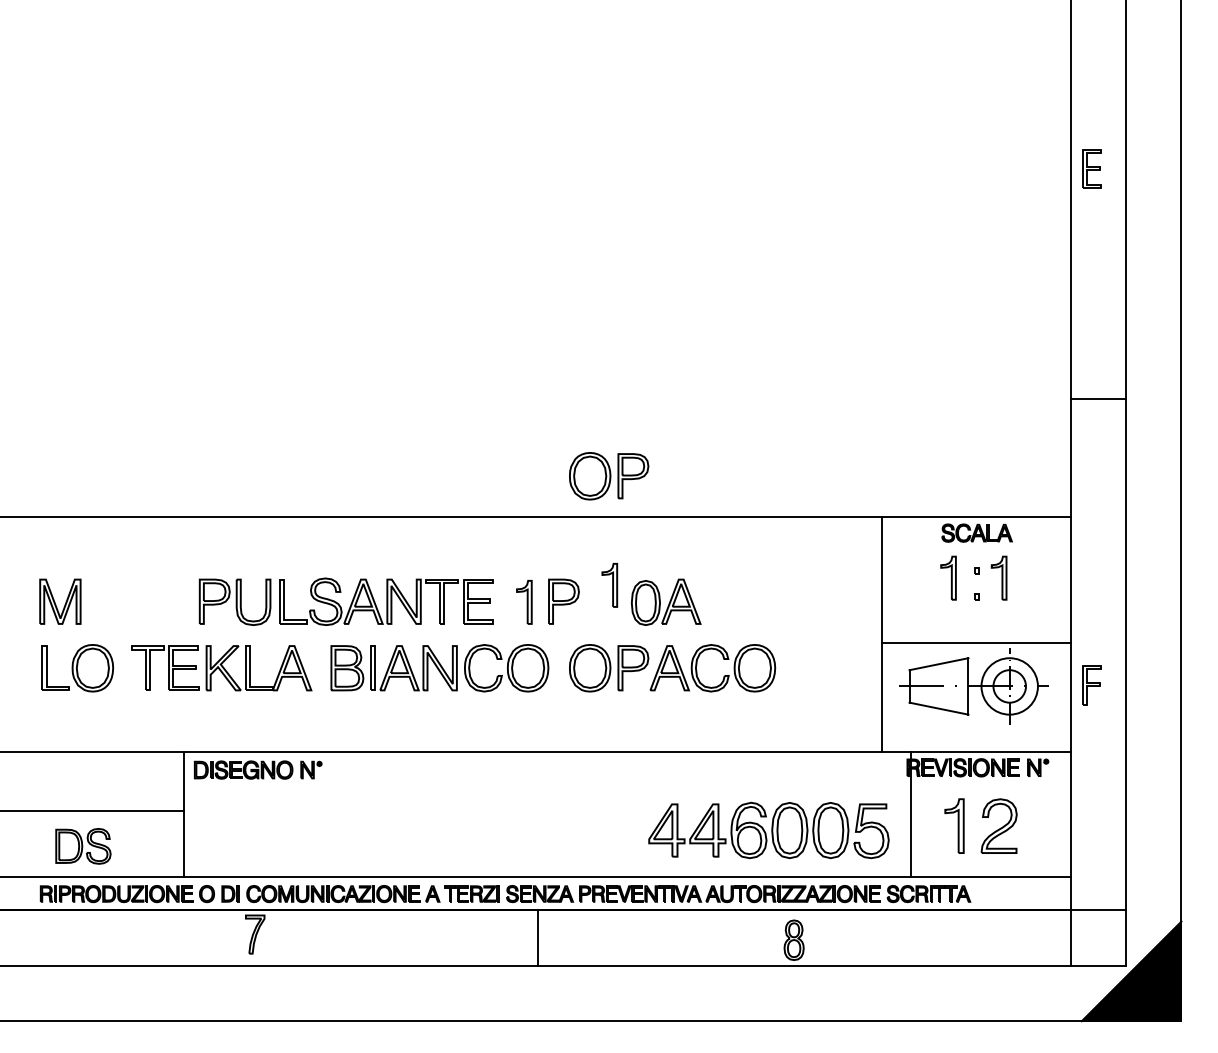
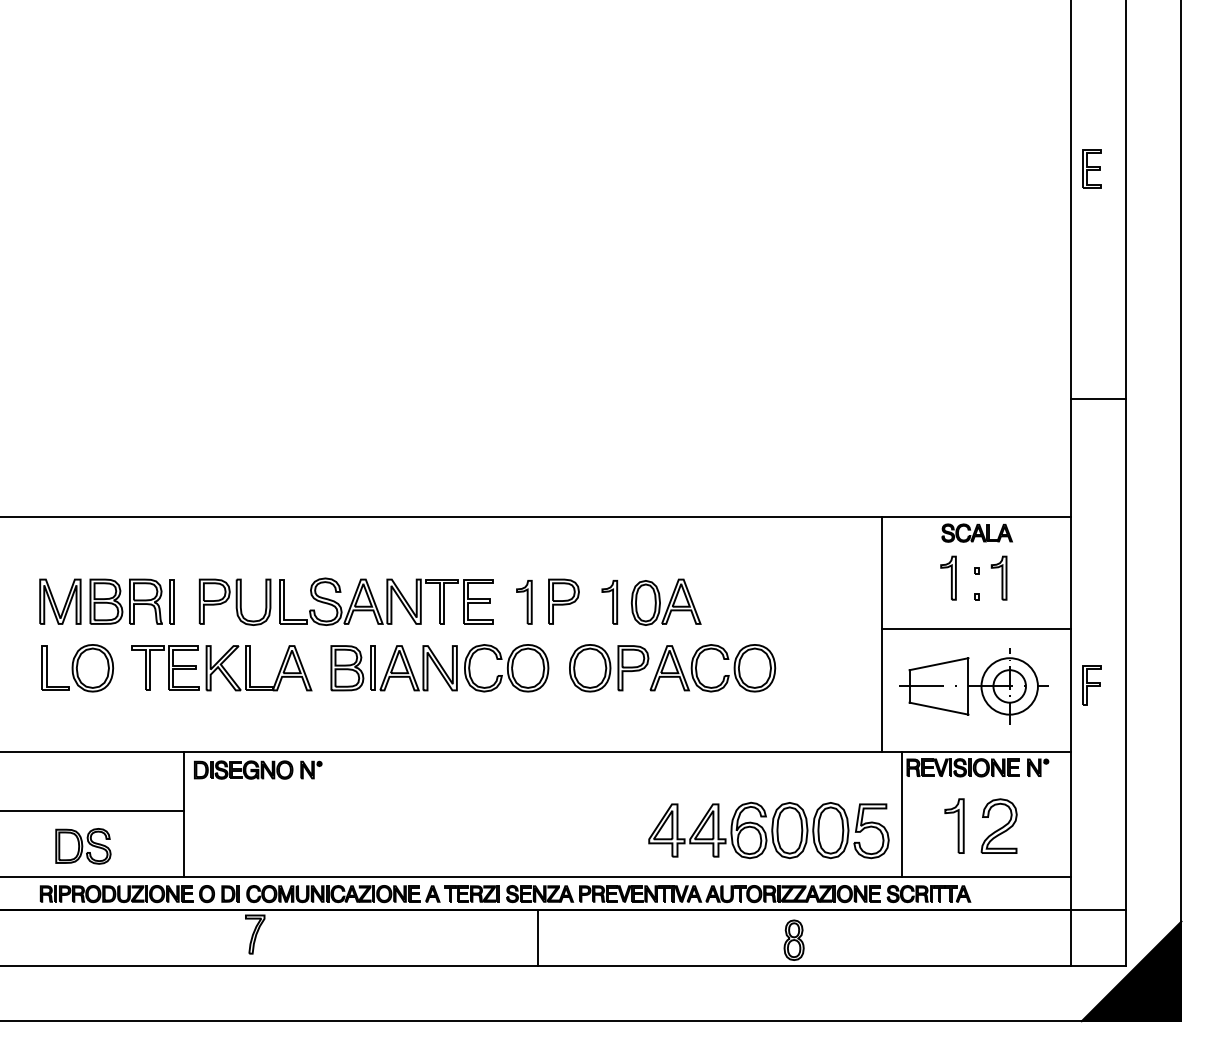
part at (609, 476): present -> none
part at (609, 585) position: (609, 585) -> (609, 602)
part at (131, 601): none -> present
line at (976, 643) position: (976, 643) -> (976, 629)
line at (911, 814) position: (911, 814) -> (902, 814)
